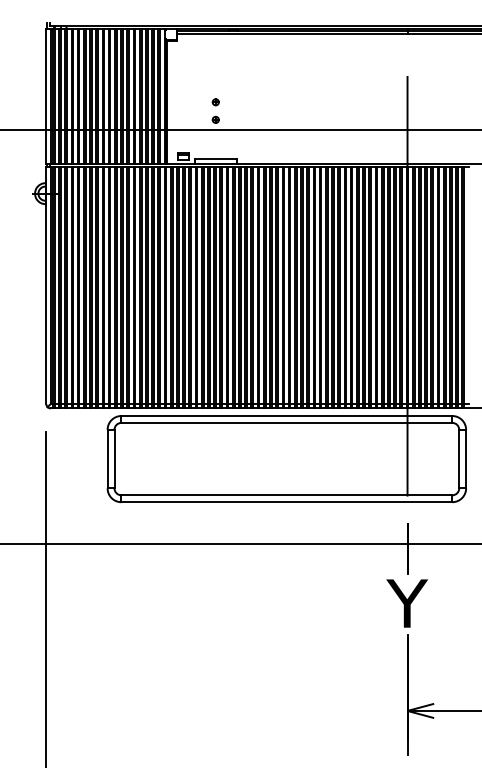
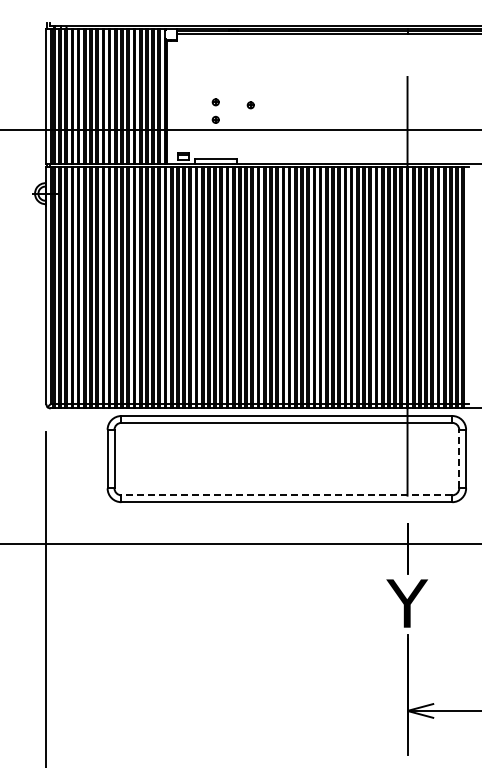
part at (250, 105): none -> present
line at (459, 458): solid -> dashed
line at (286, 495): solid -> dashed
